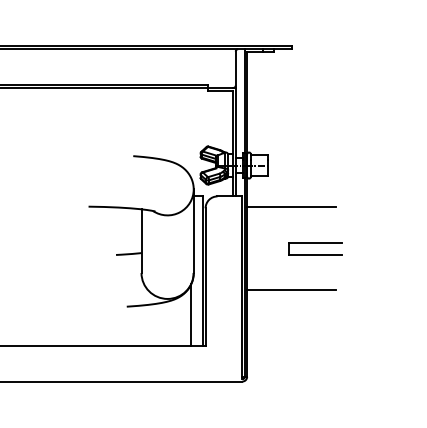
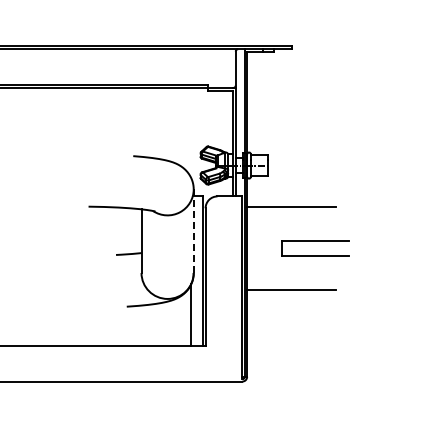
line at (193, 231): solid -> dashed
part at (315, 248) size: 55x14 px -> 69x17 px
